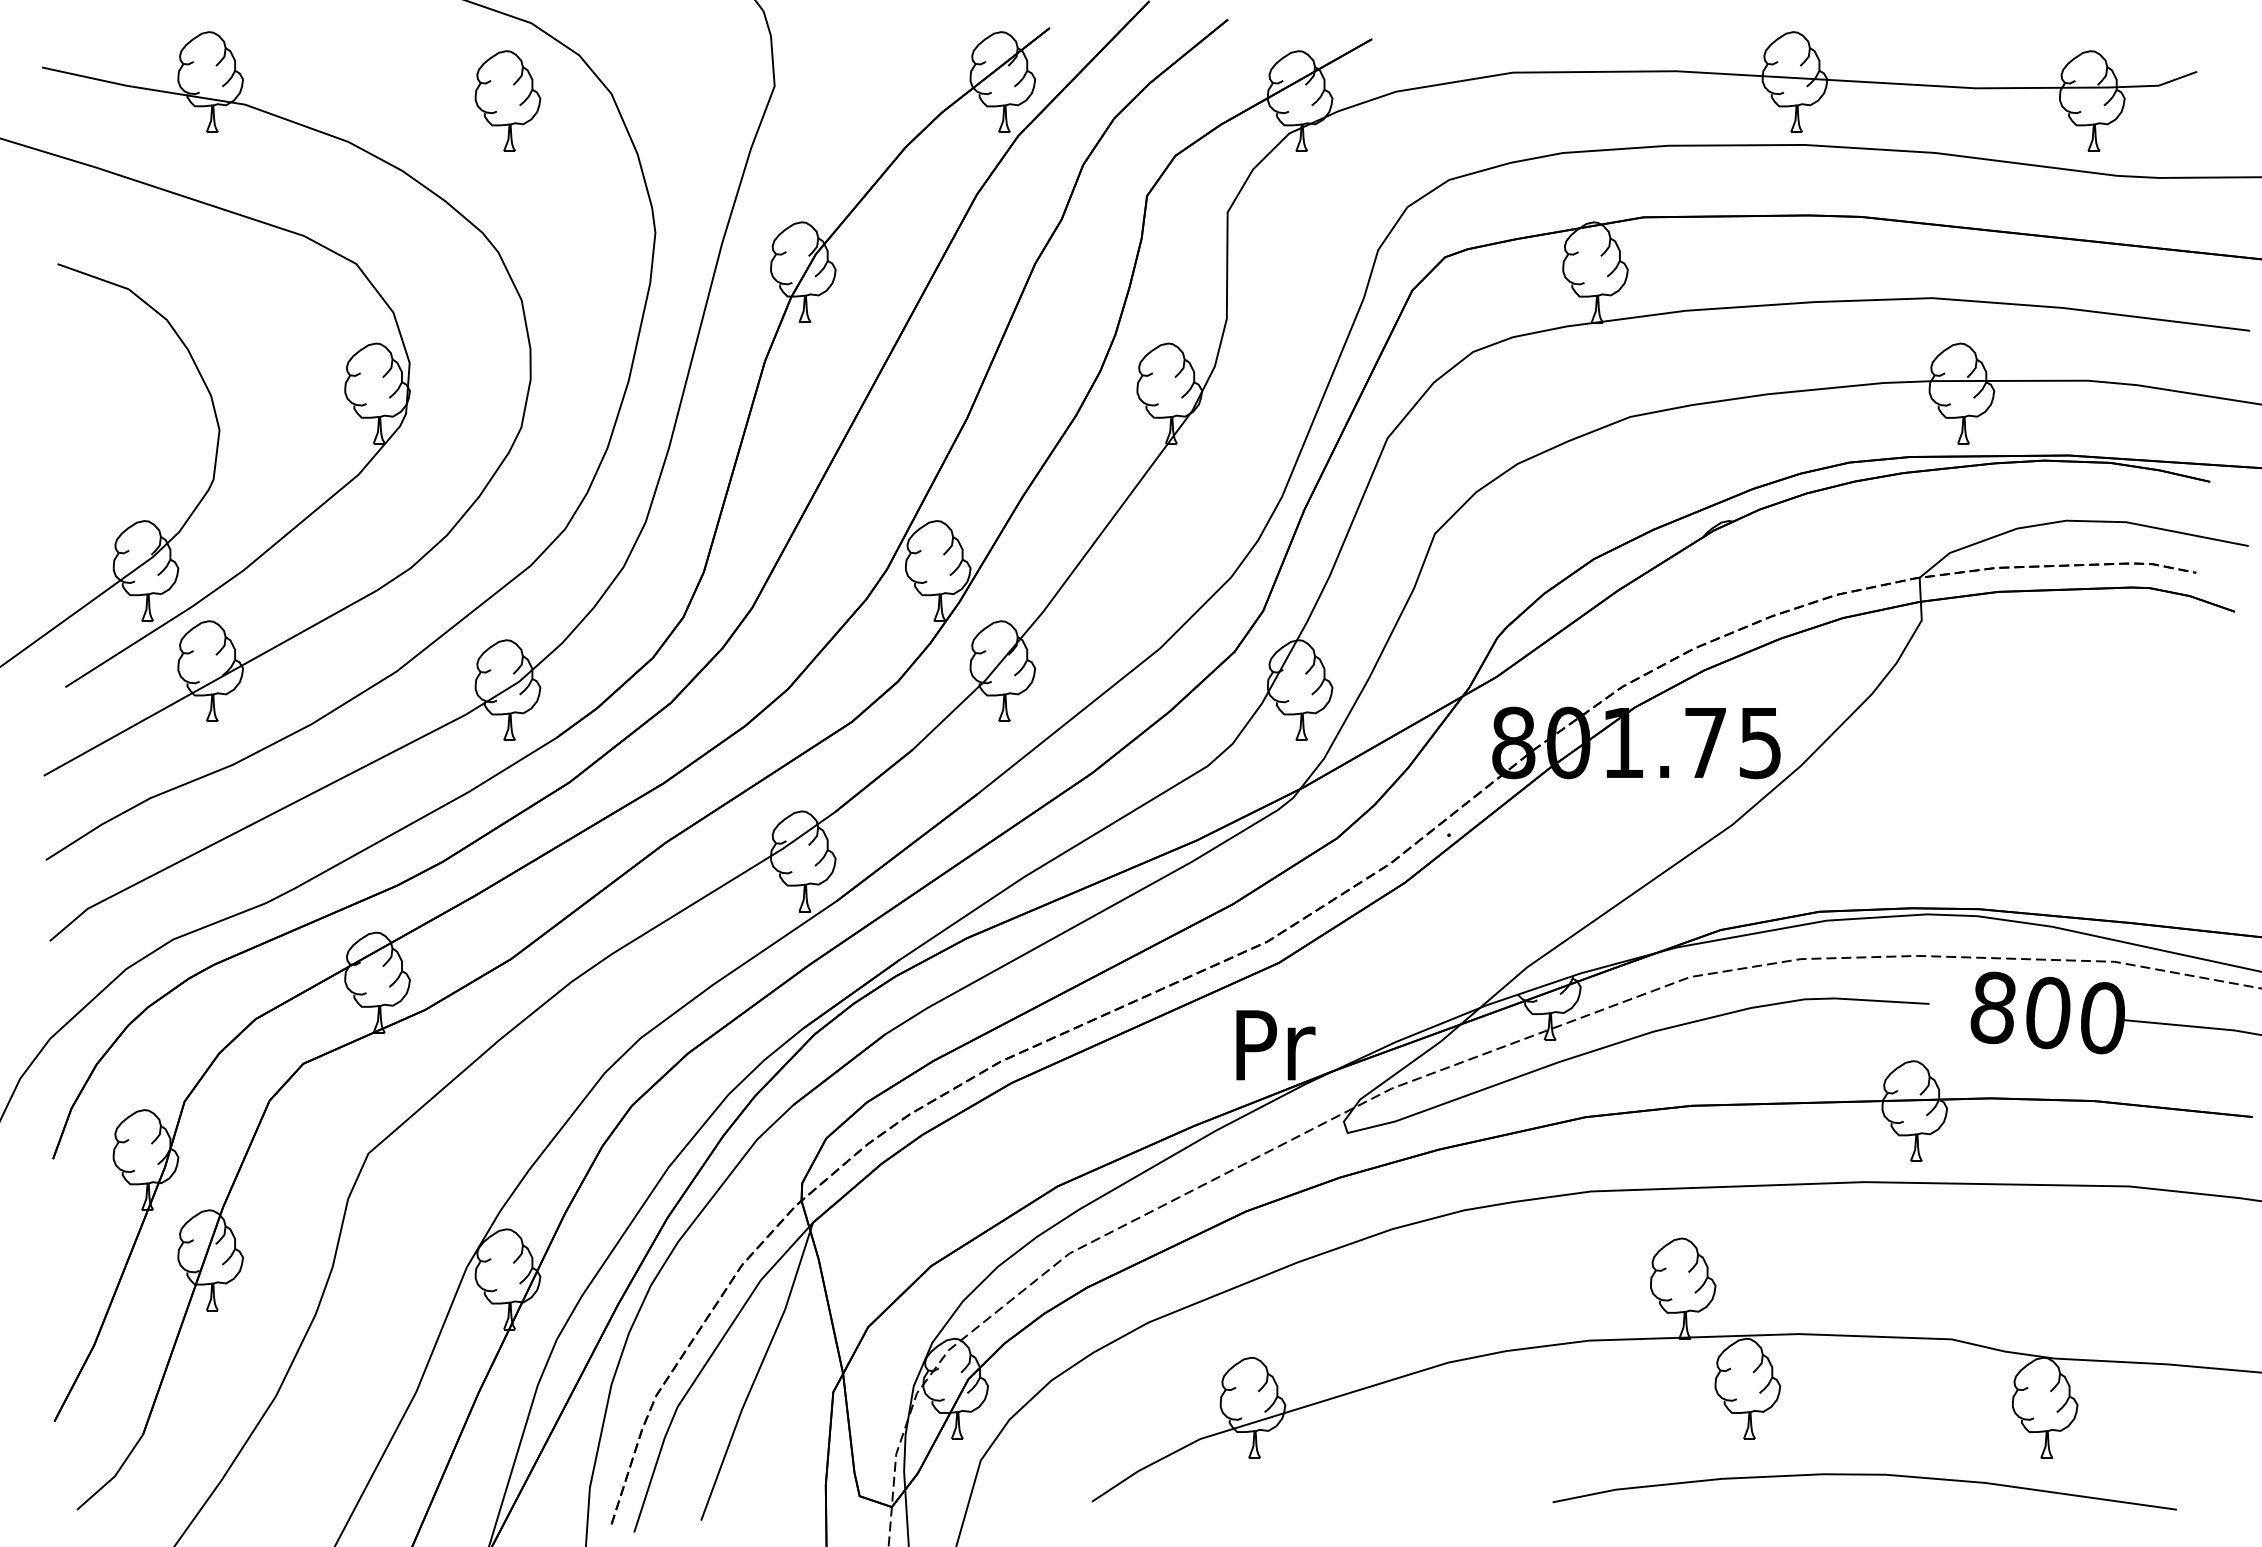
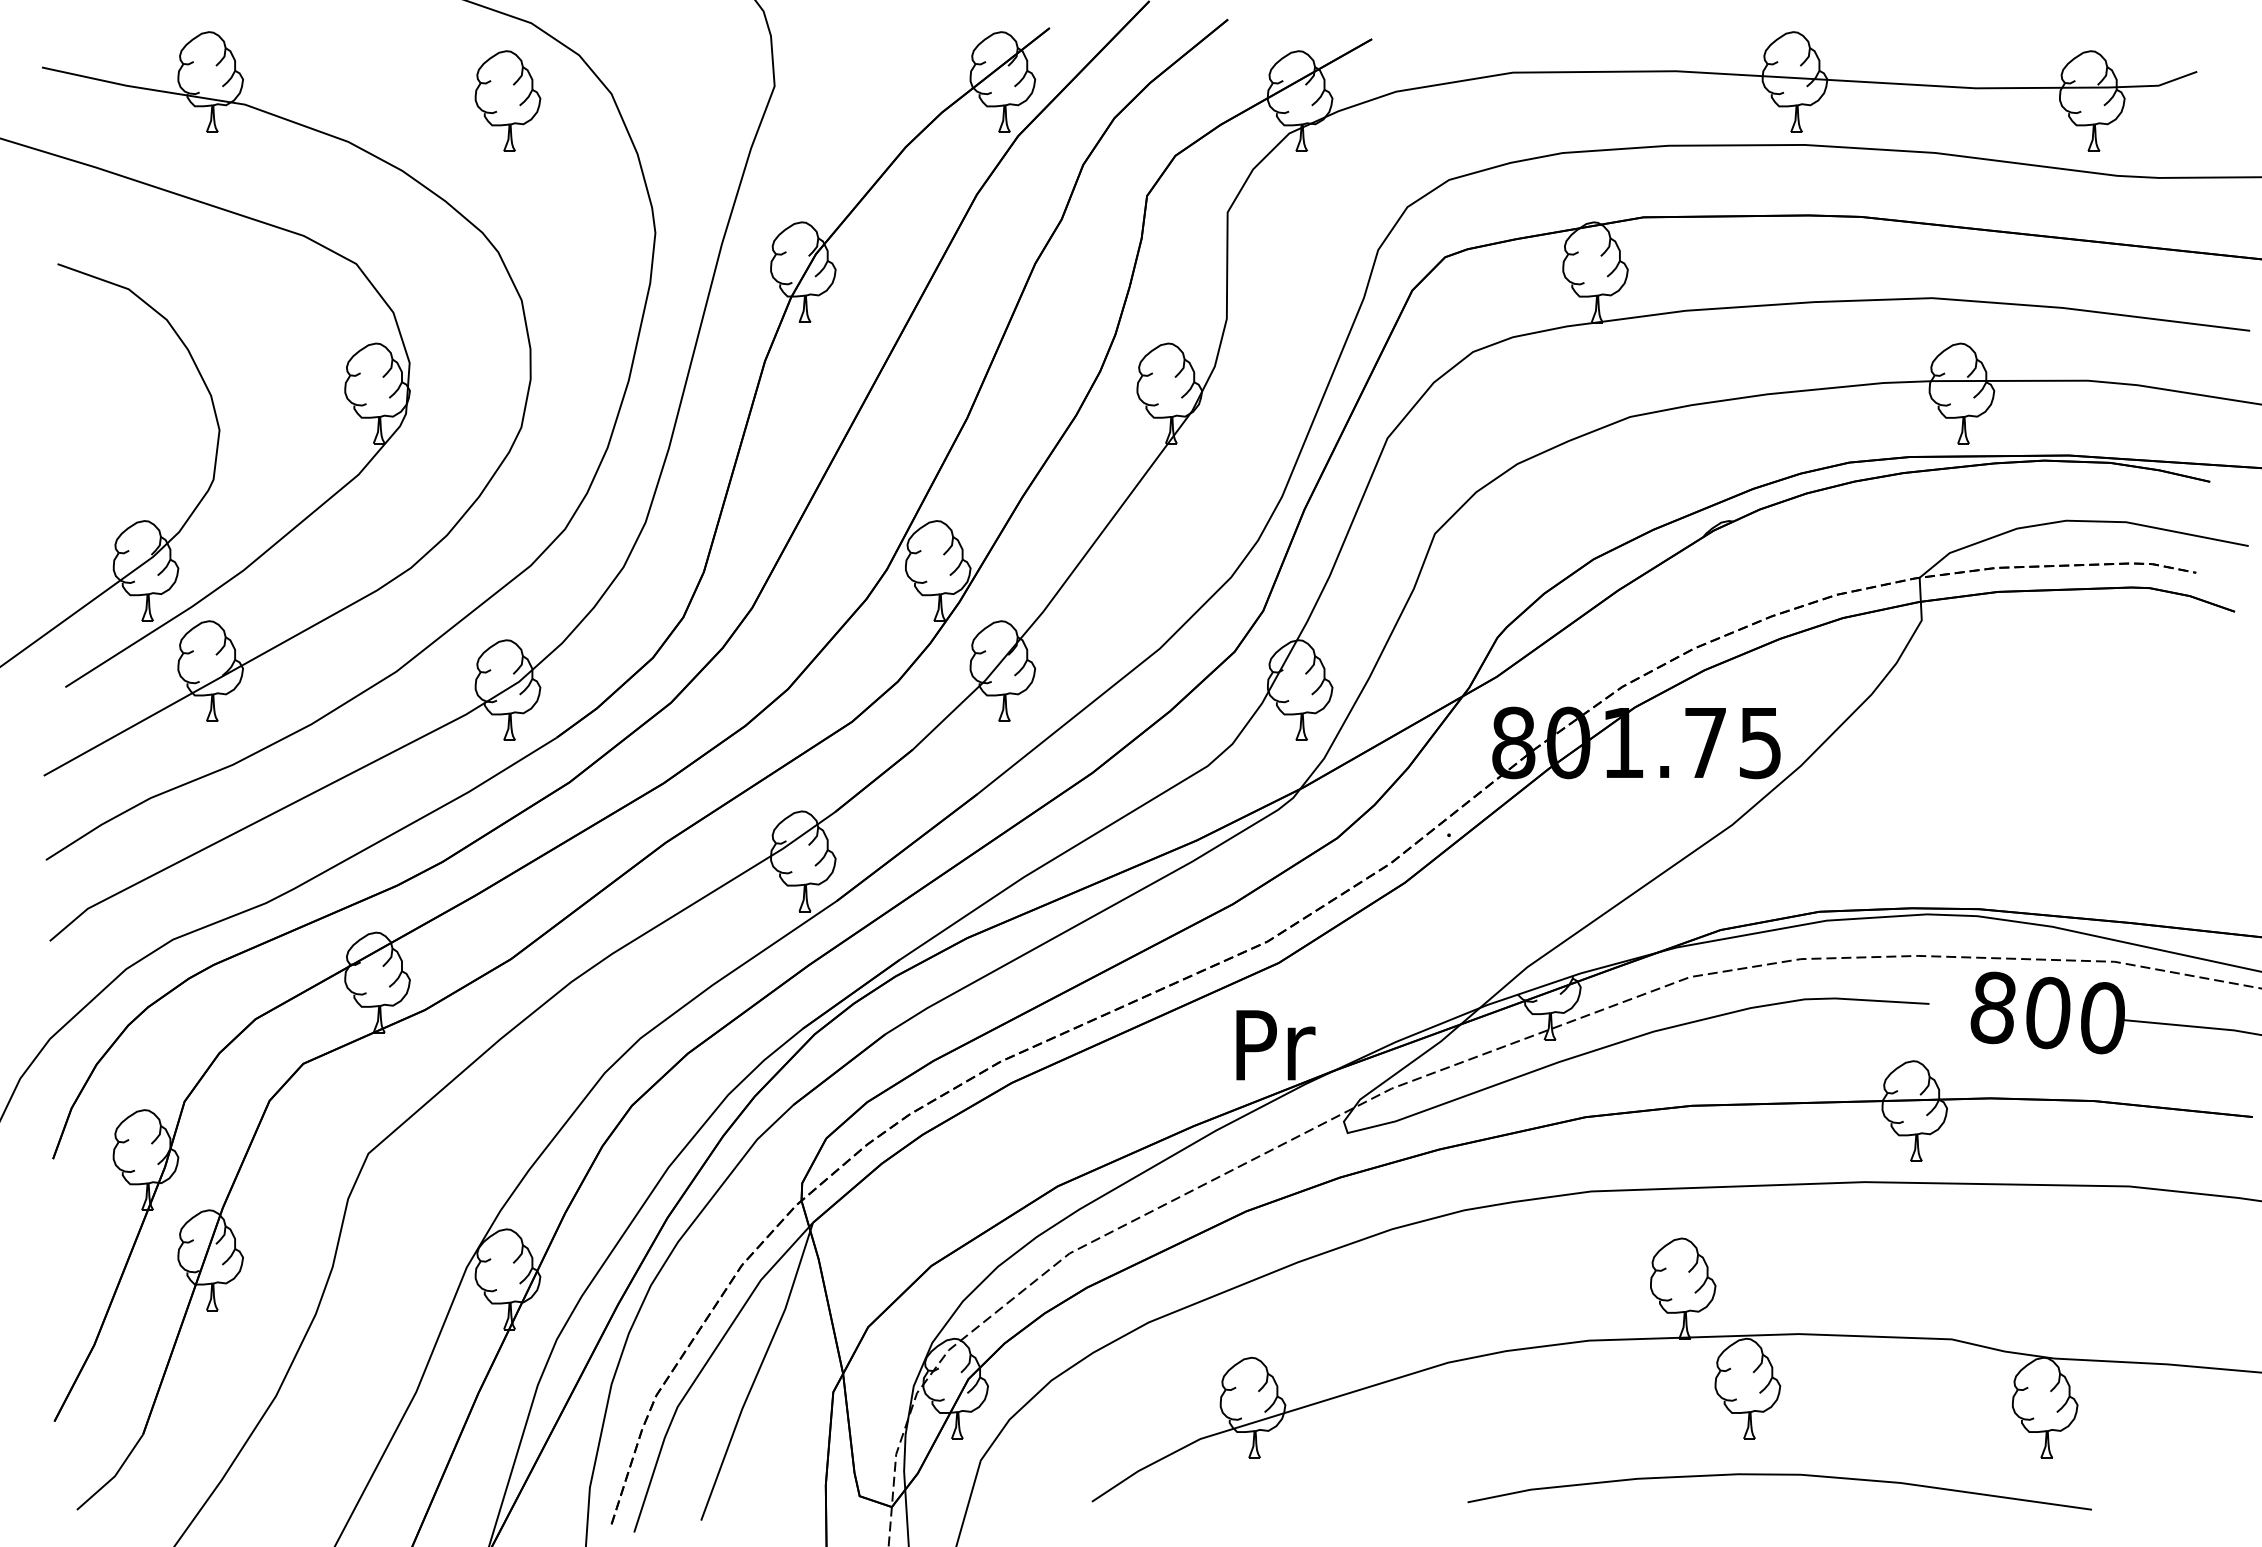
curve at (1864, 1475) position: (1864, 1475) -> (1779, 1475)
